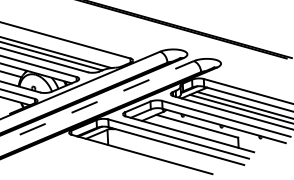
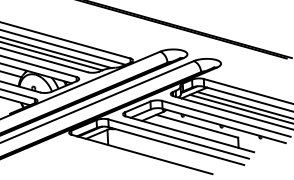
line at (63, 47): none -> present
line at (97, 102): dashed -> solid
